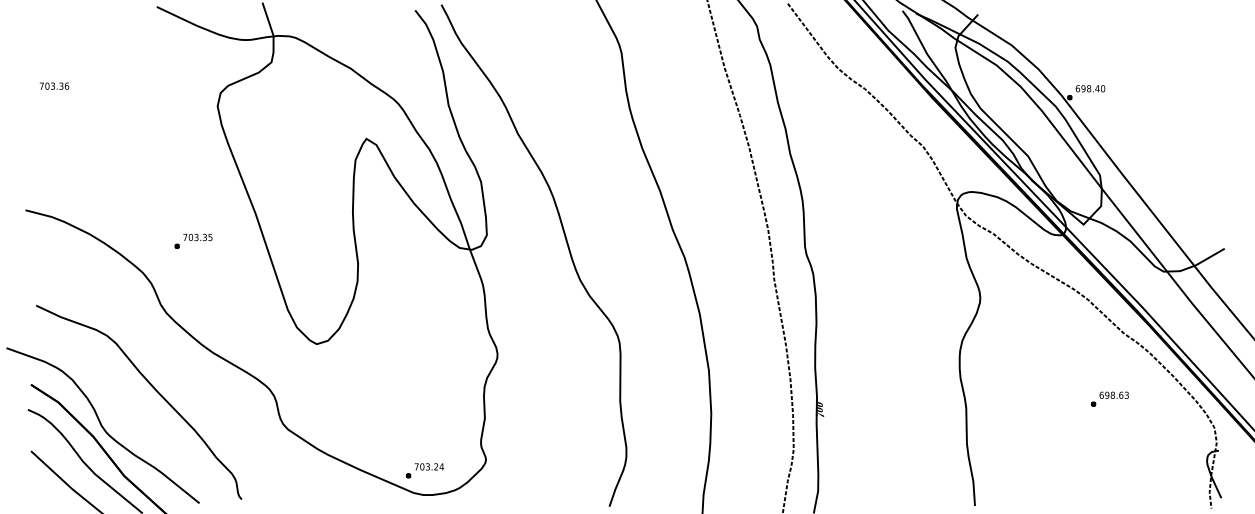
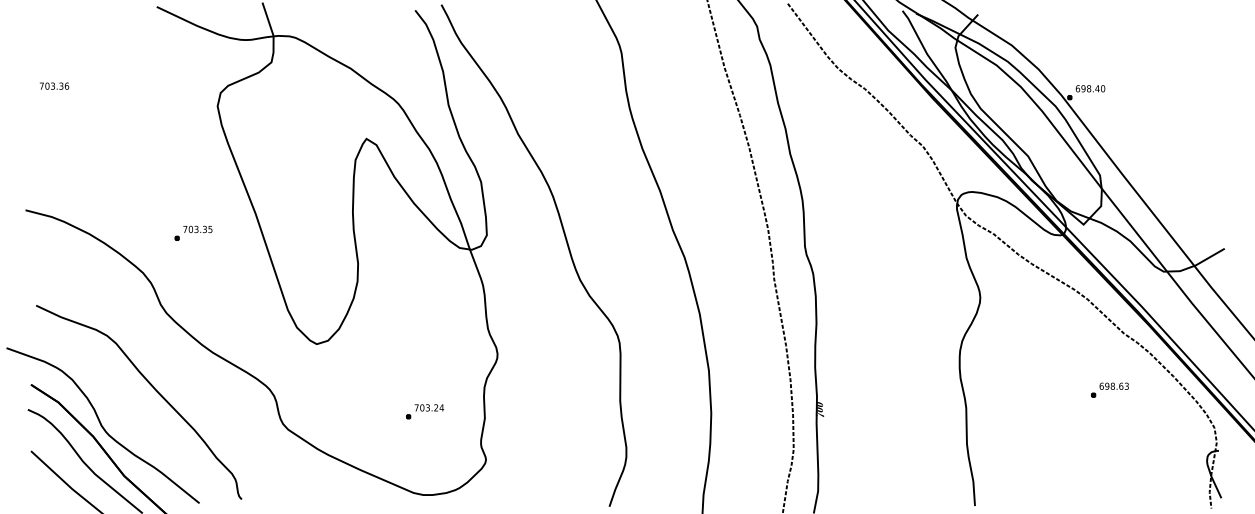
part at (193, 240) position: (193, 240) -> (193, 232)
part at (1109, 398) position: (1109, 398) -> (1109, 389)
part at (425, 470) position: (425, 470) -> (425, 411)
